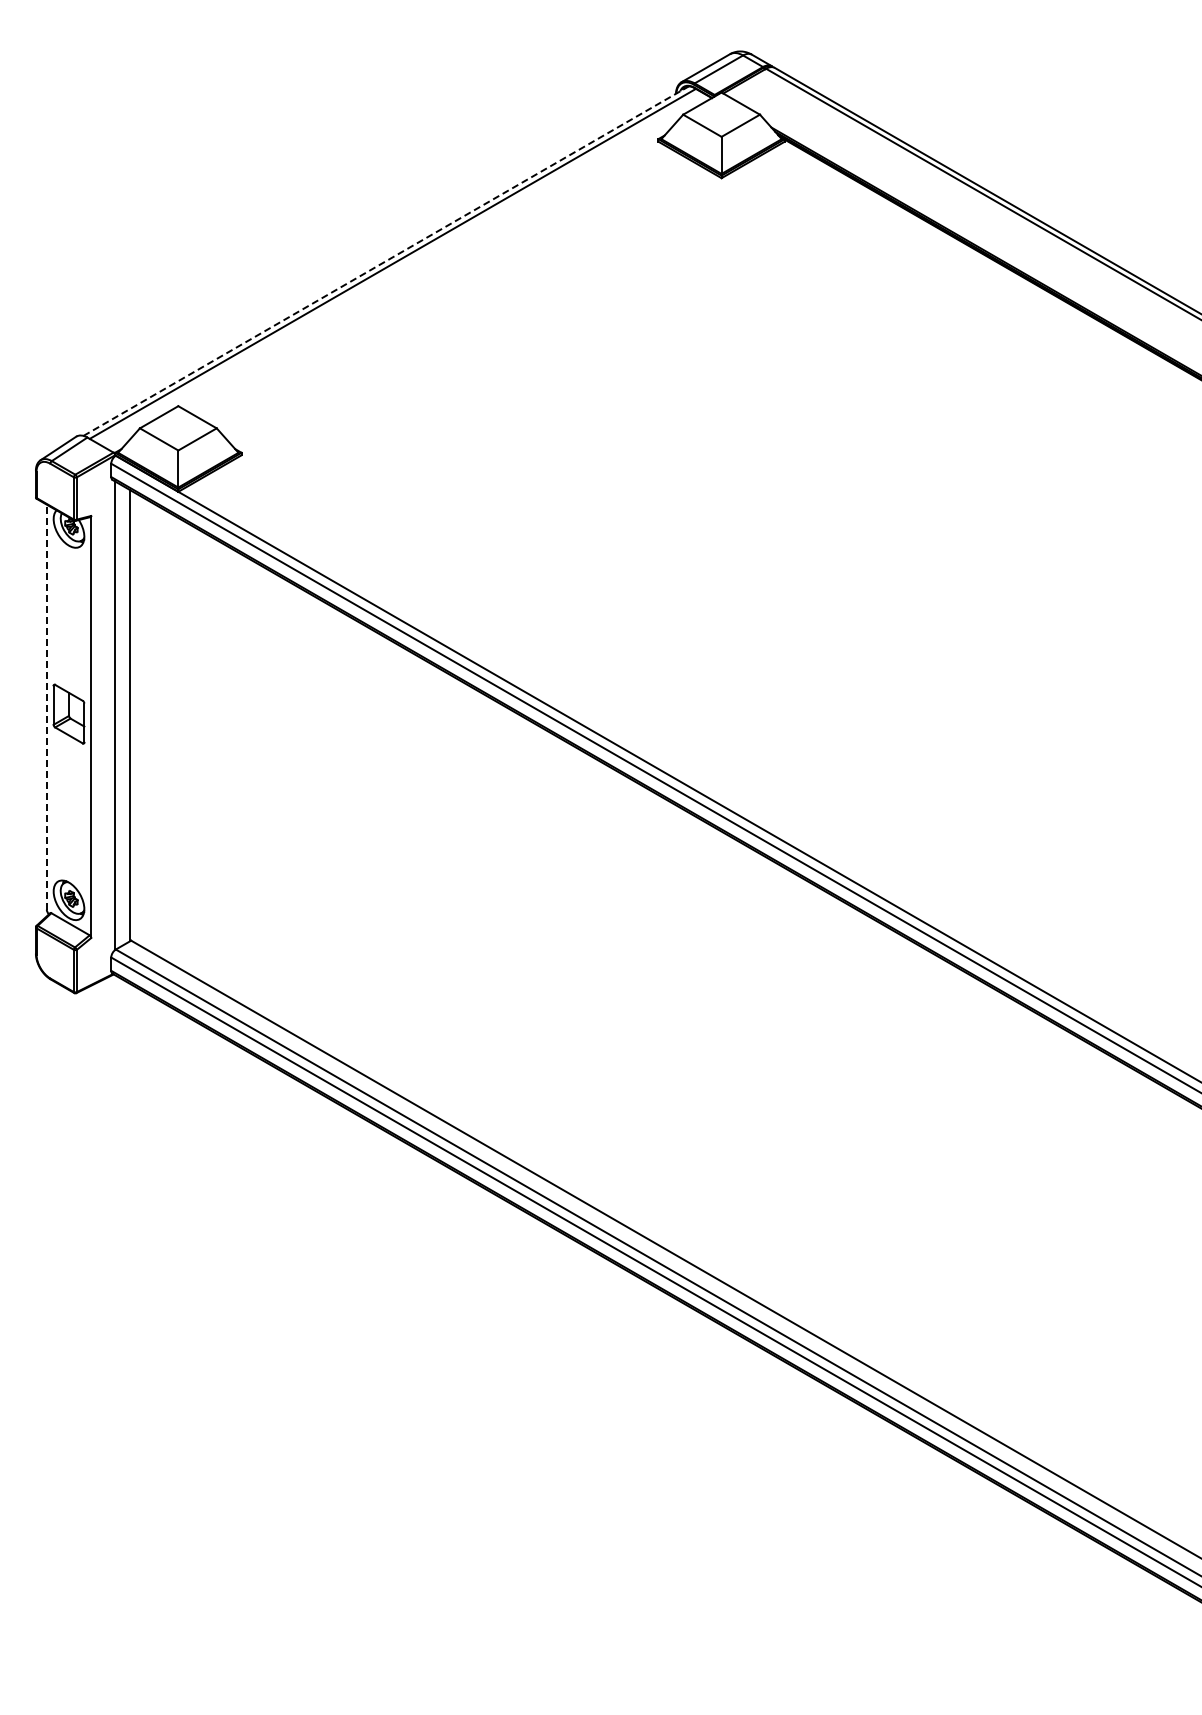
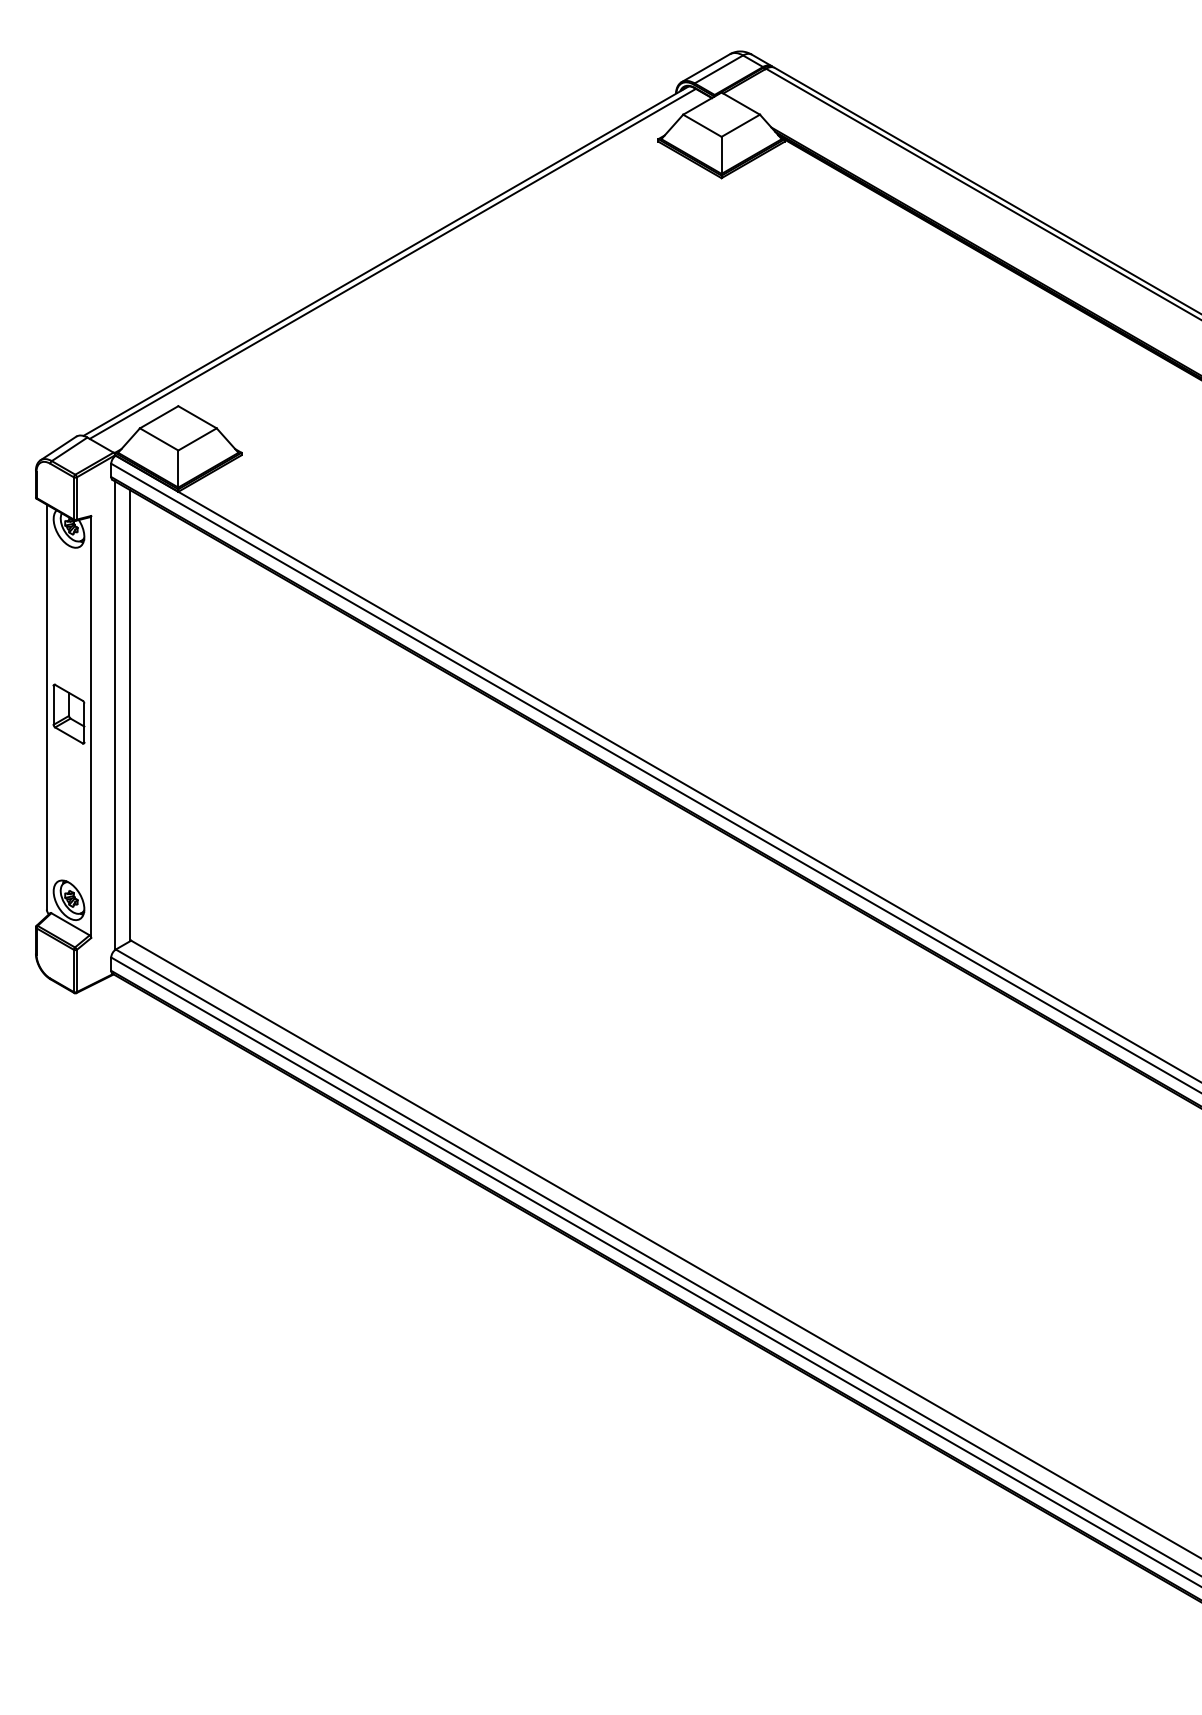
line at (386, 260): dashed -> solid
line at (46, 706): dashed -> solid
